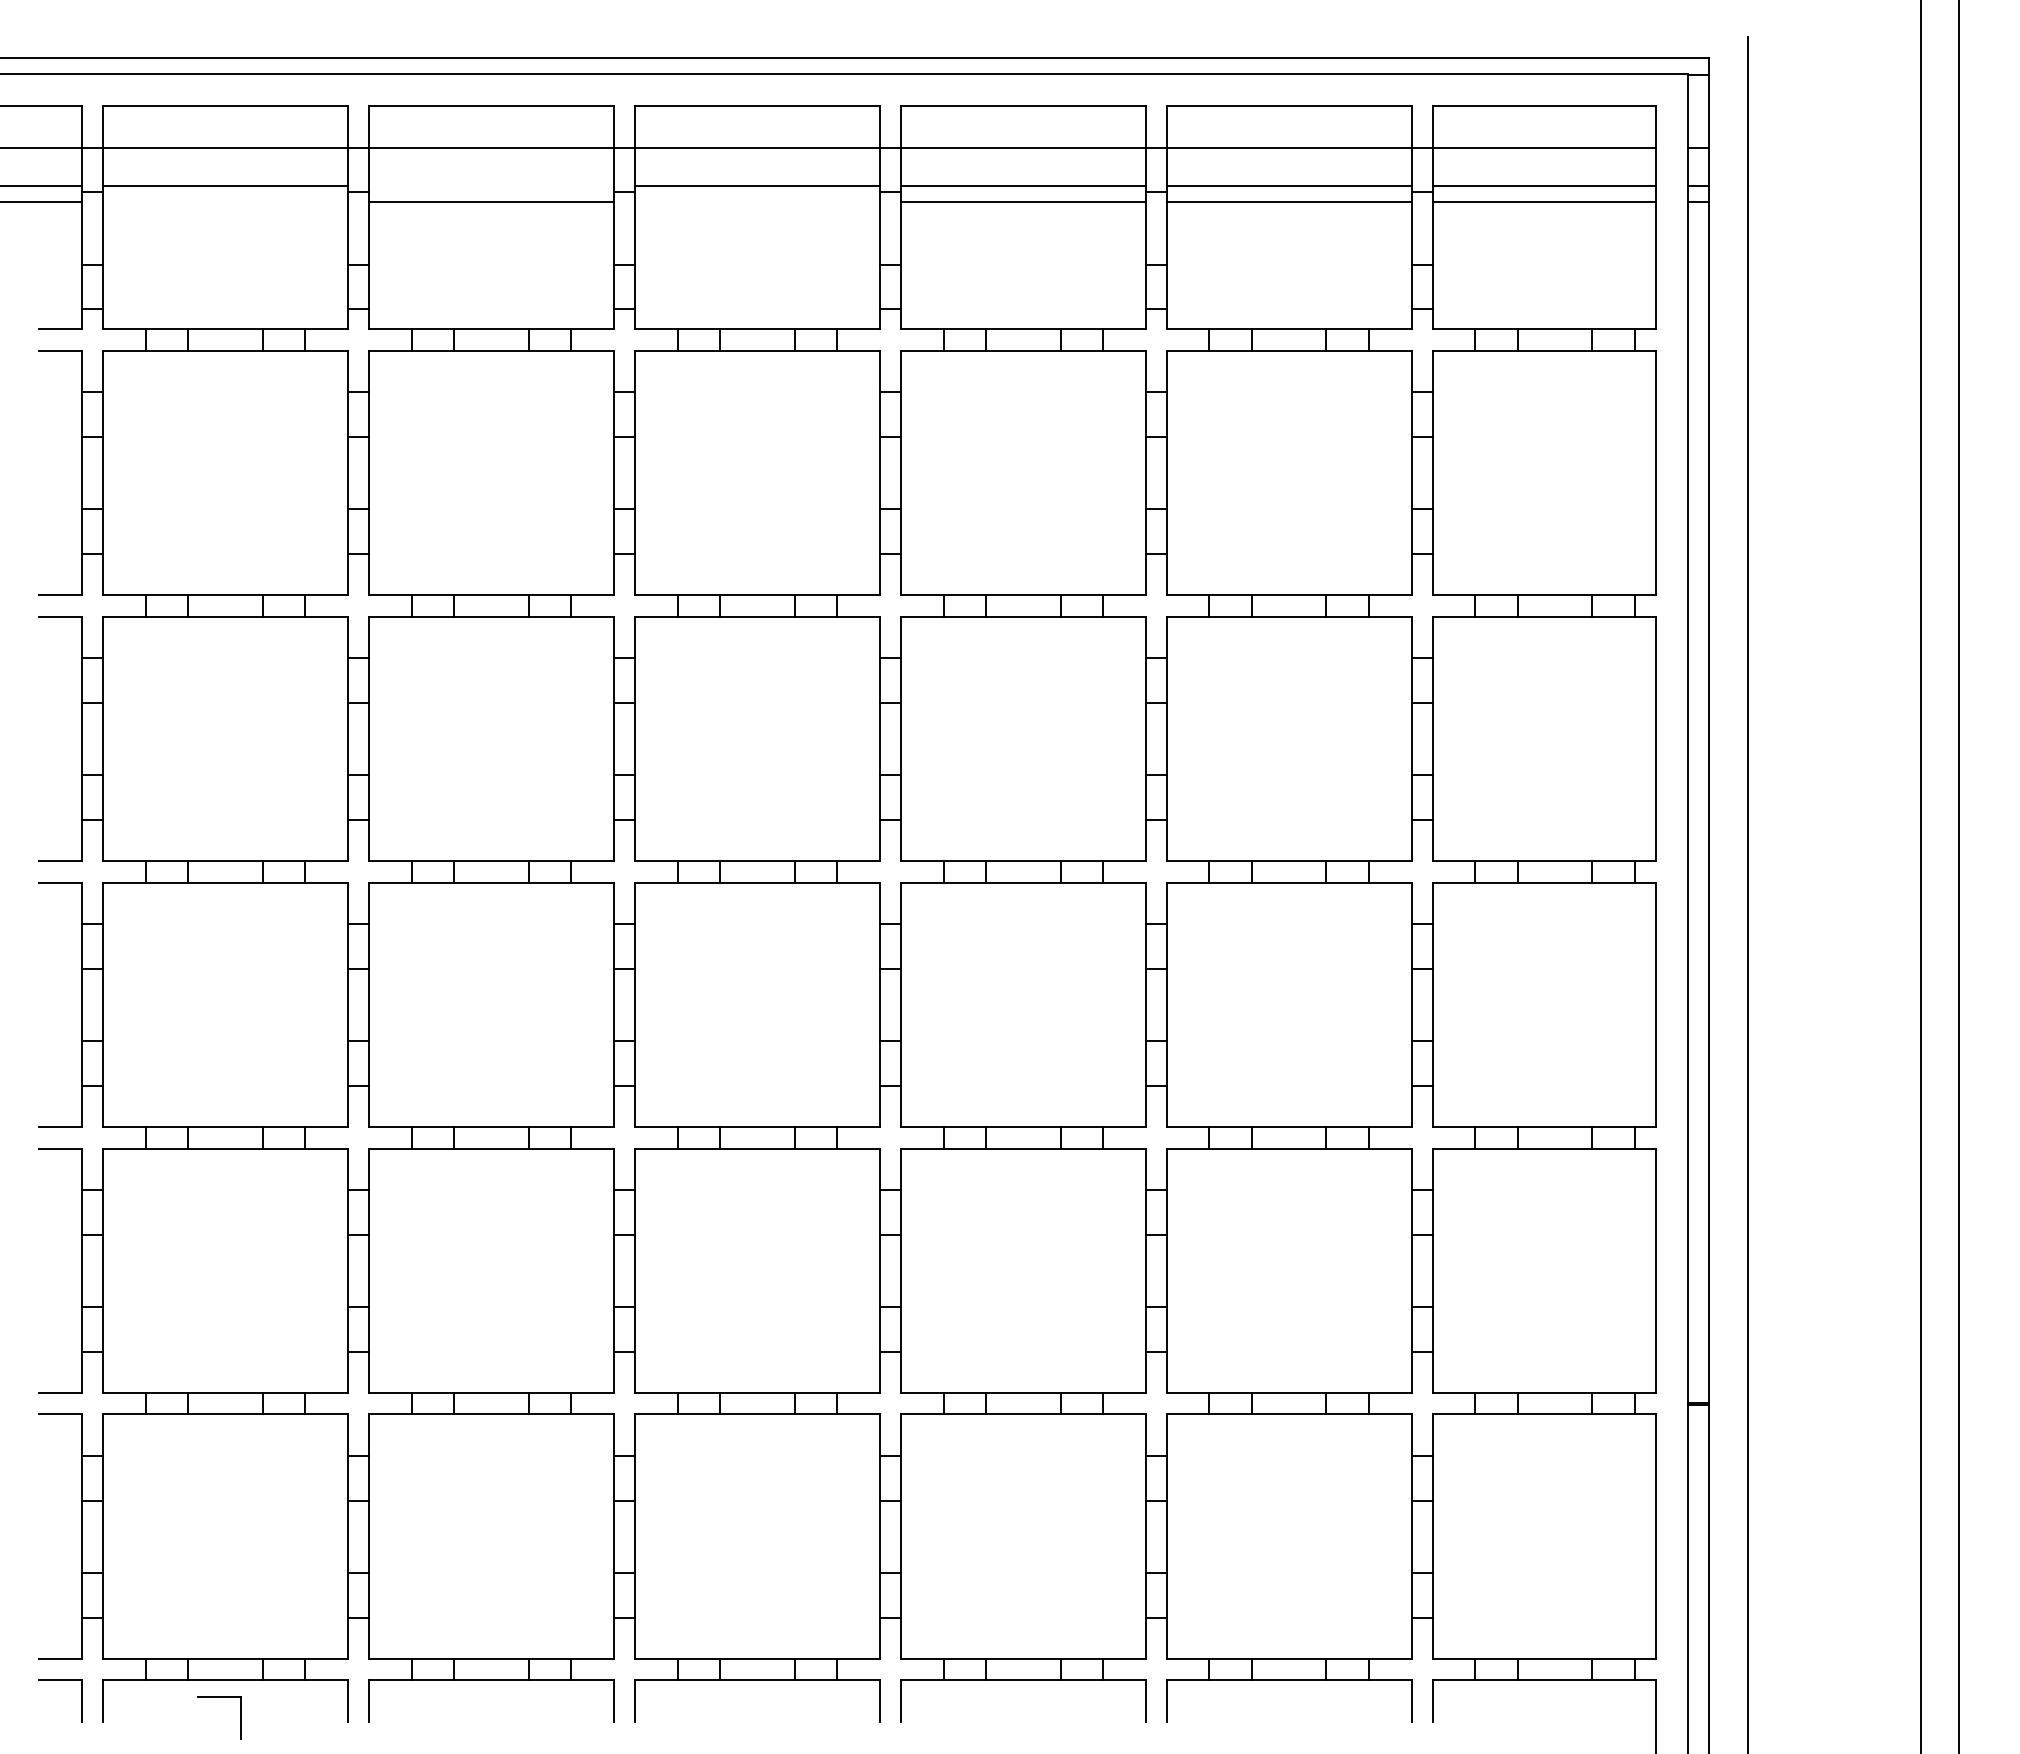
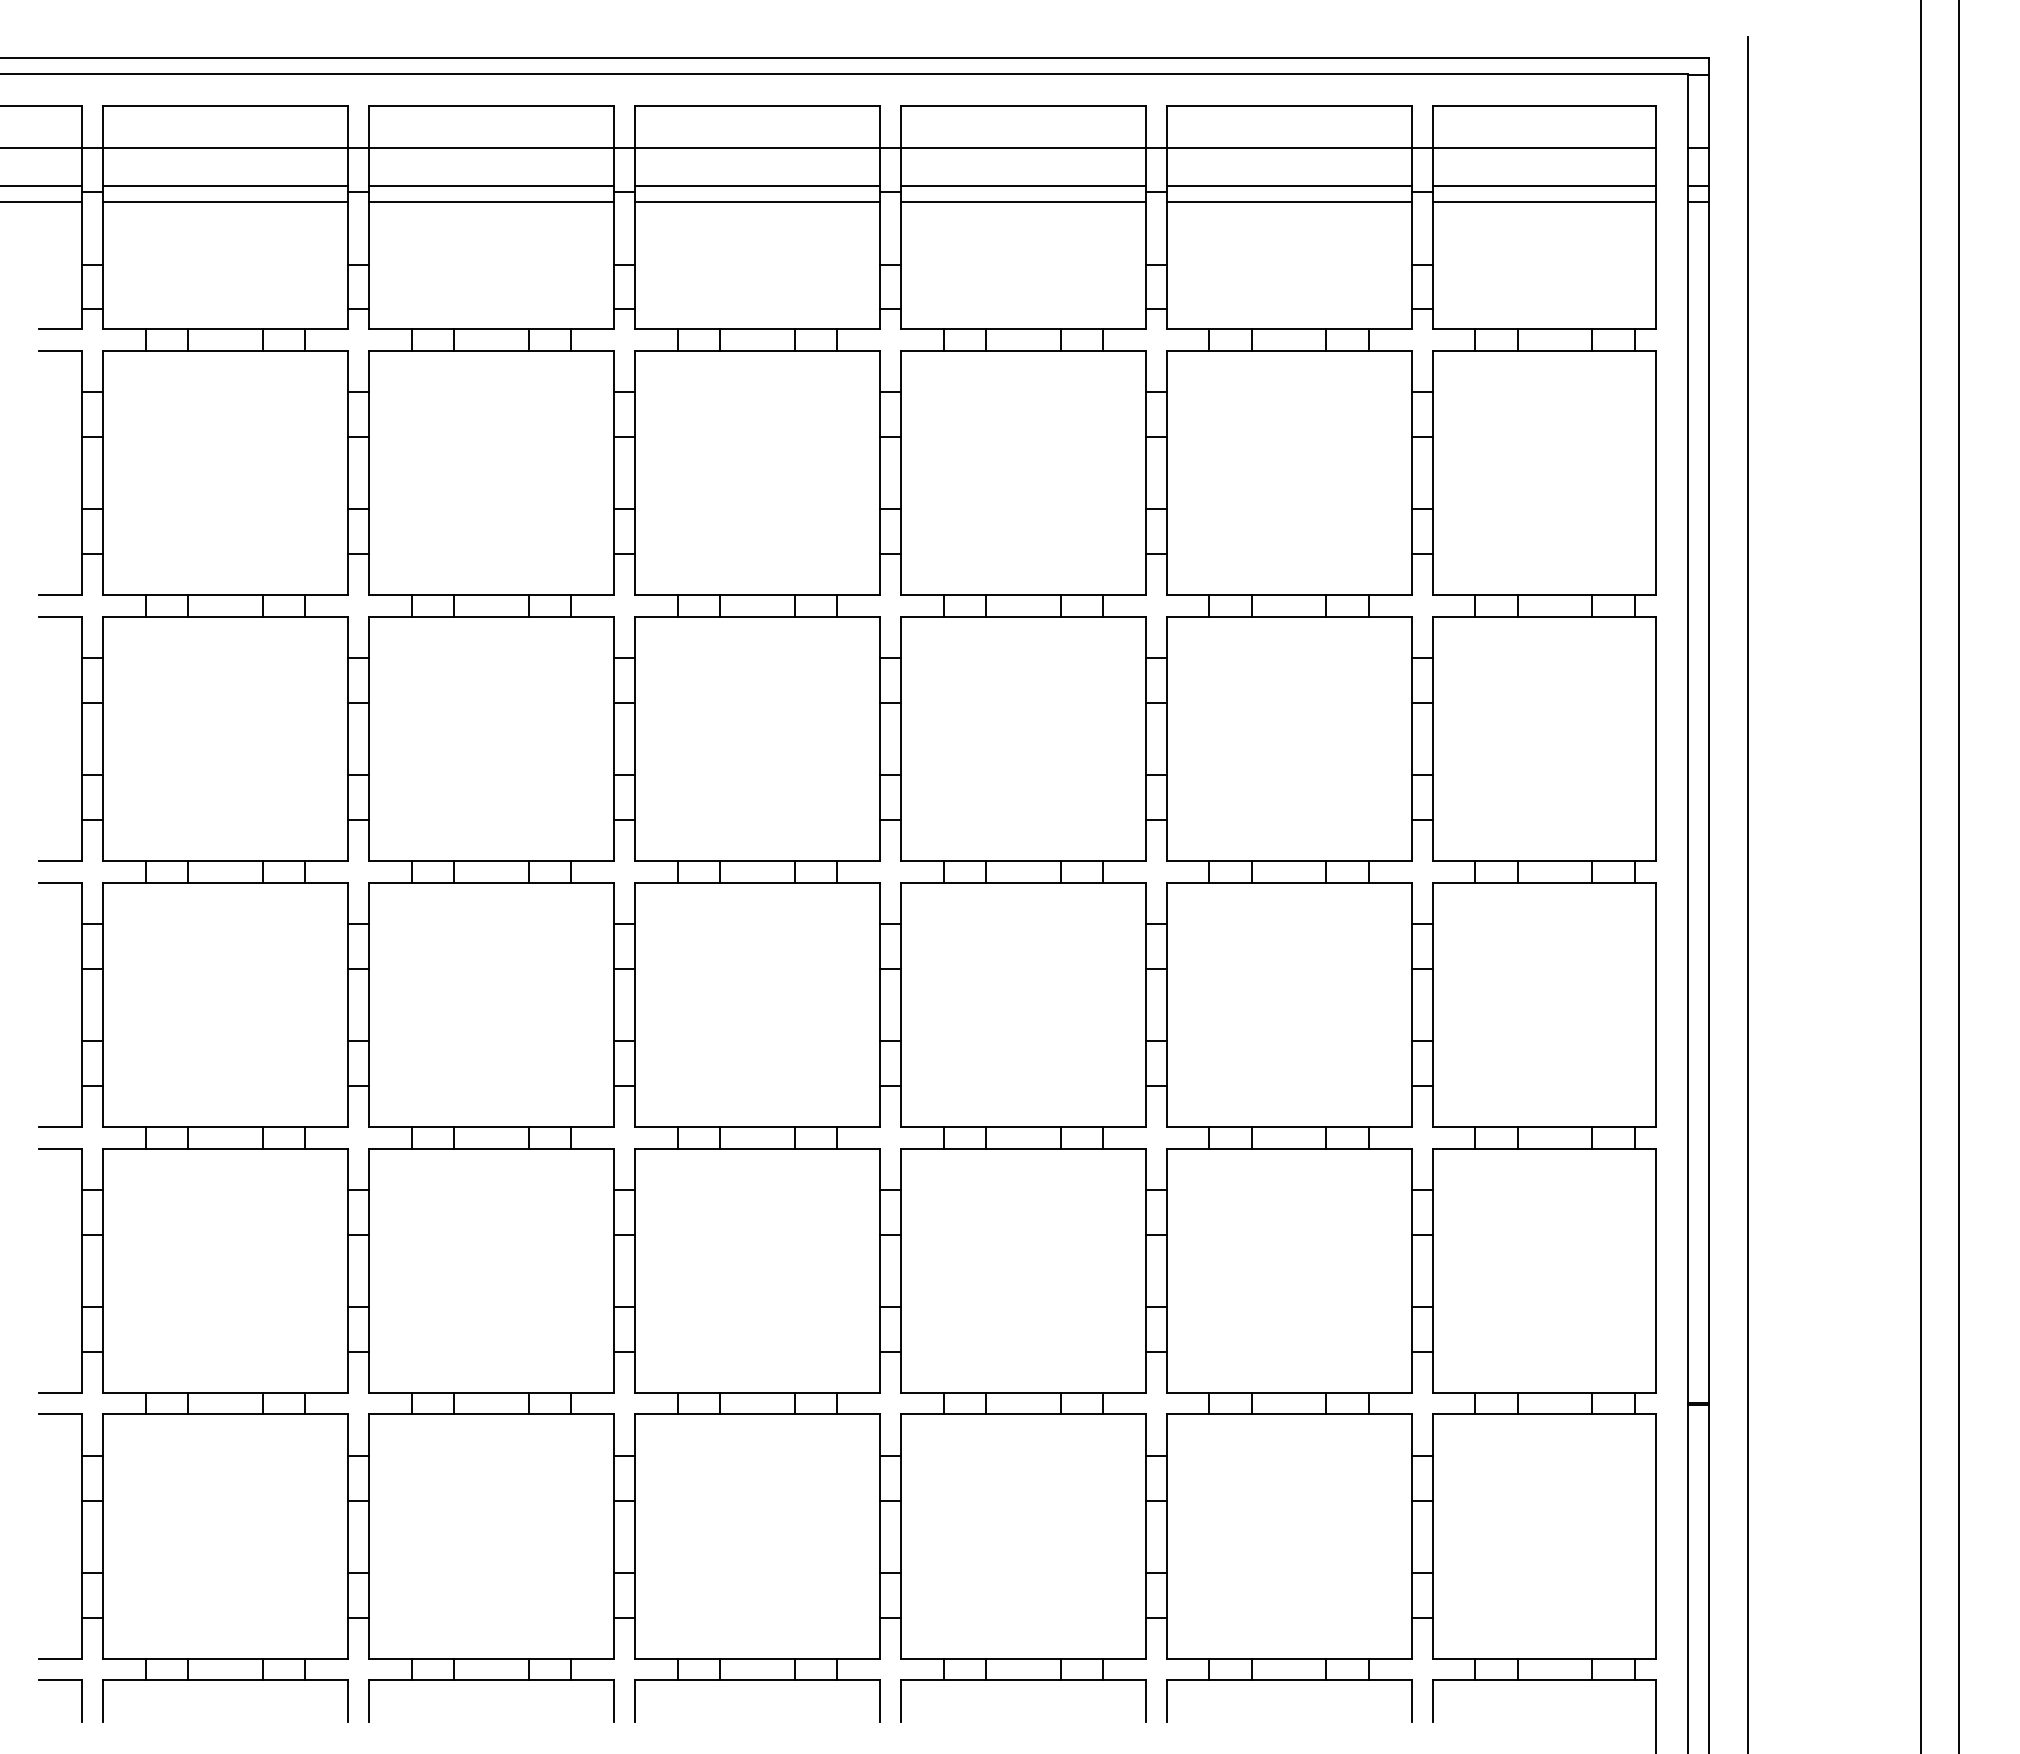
line at (491, 185): none -> present
line at (225, 202): none -> present
line at (757, 202): none -> present
part at (219, 1697): present -> none
